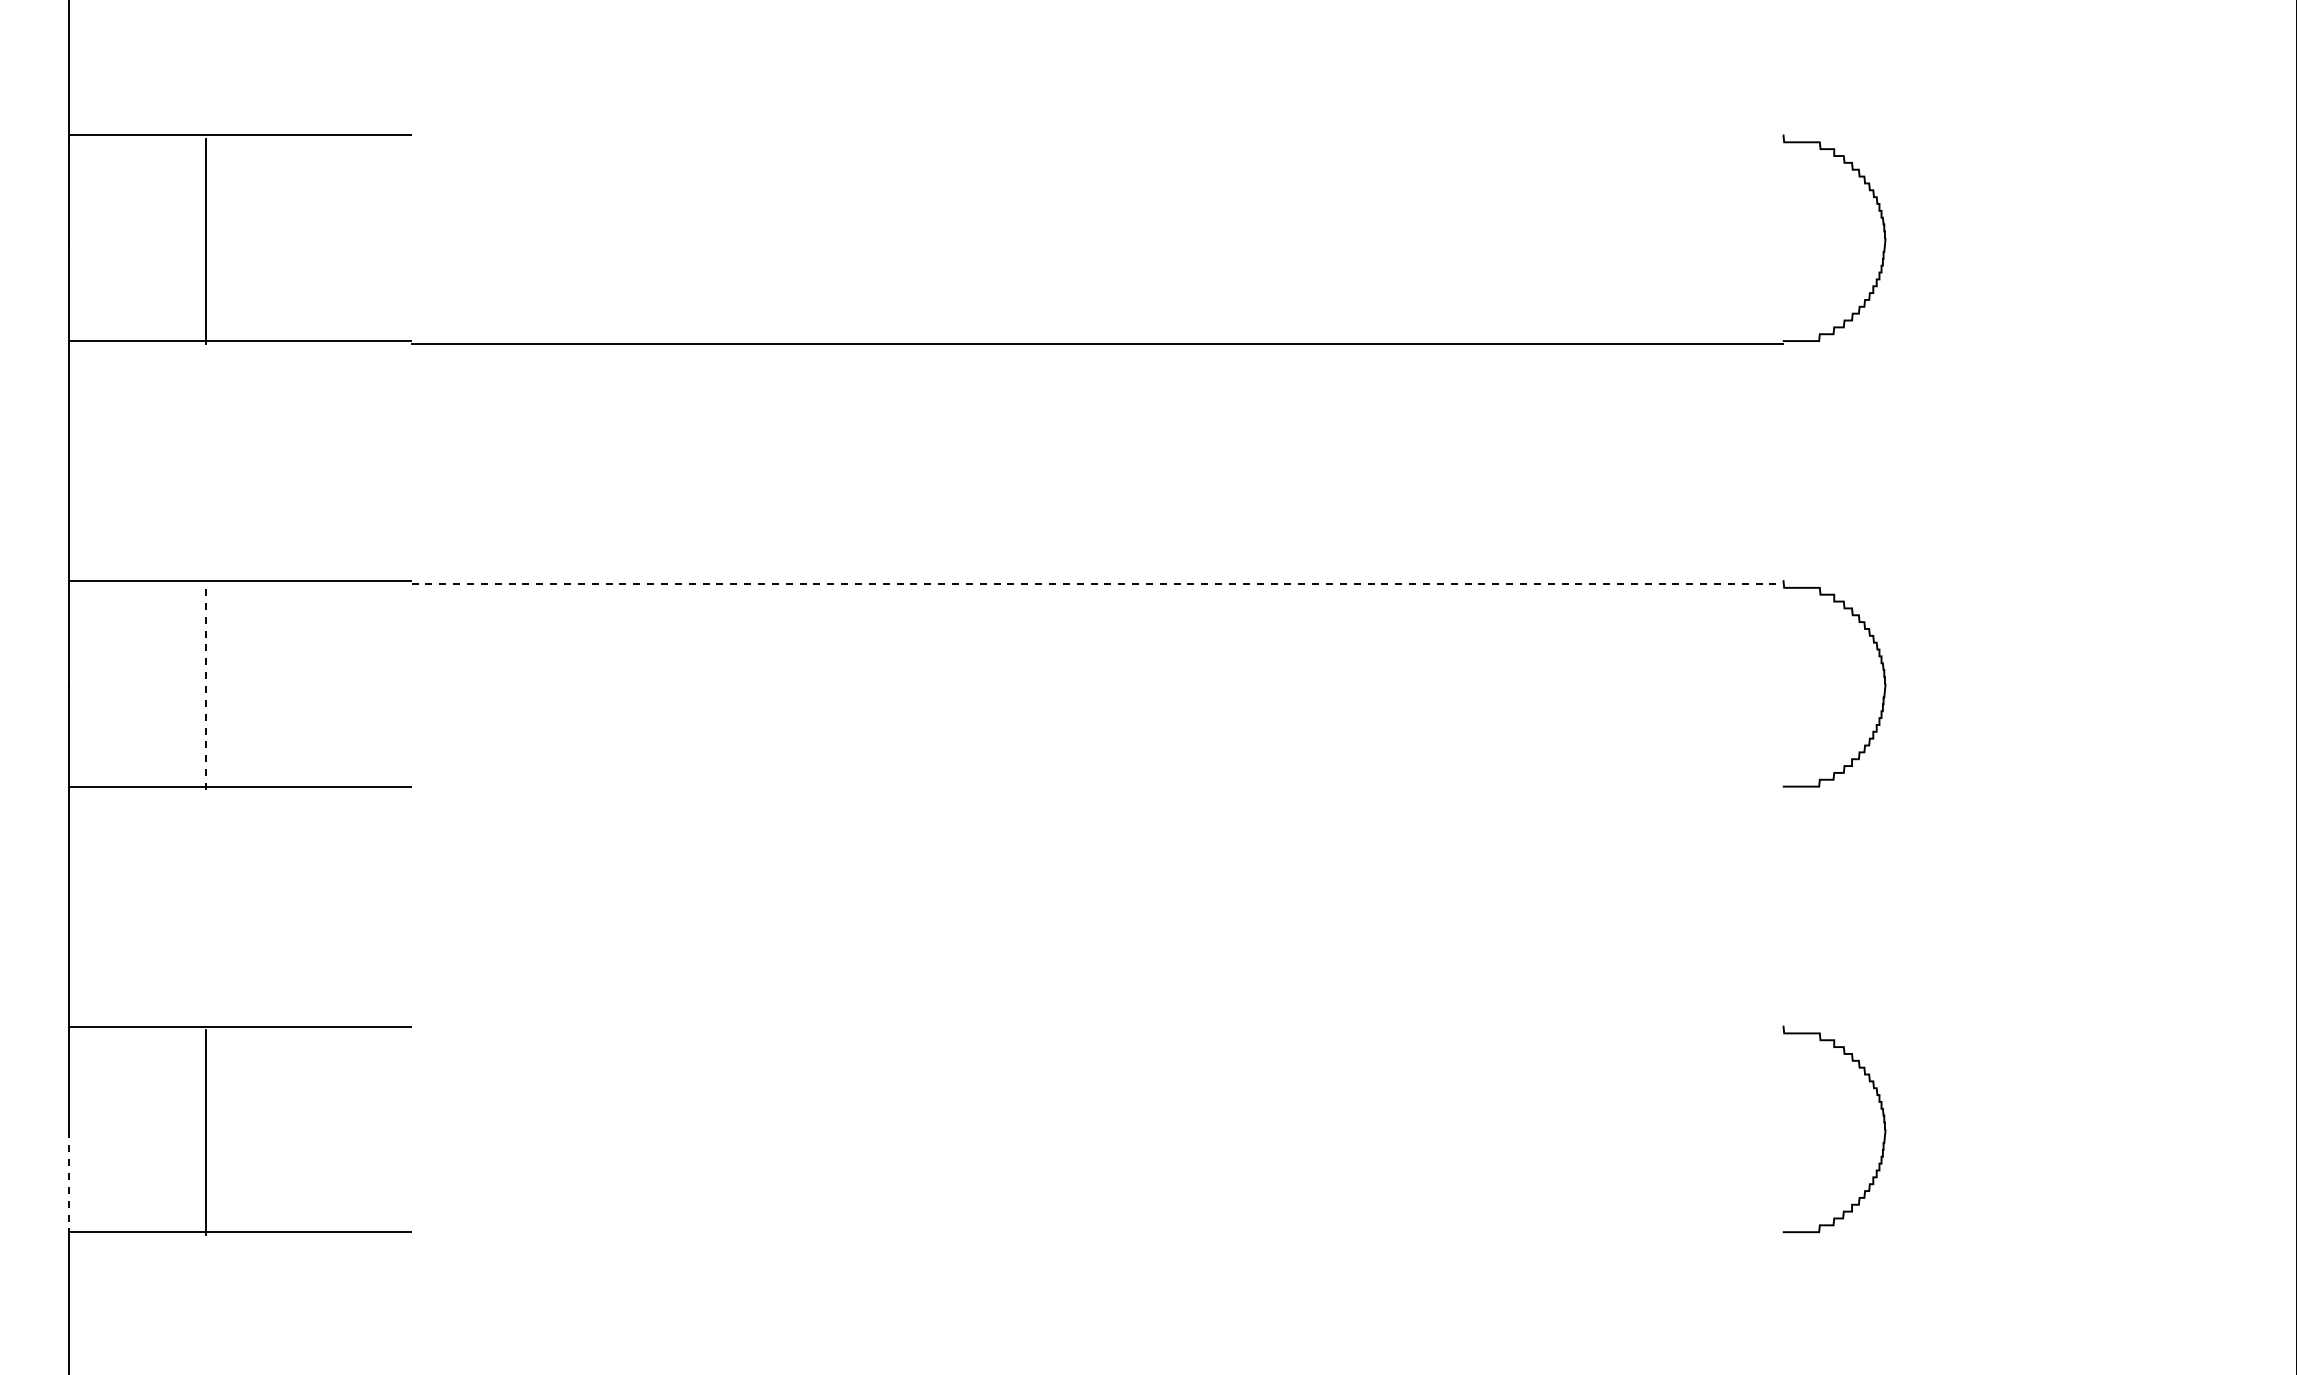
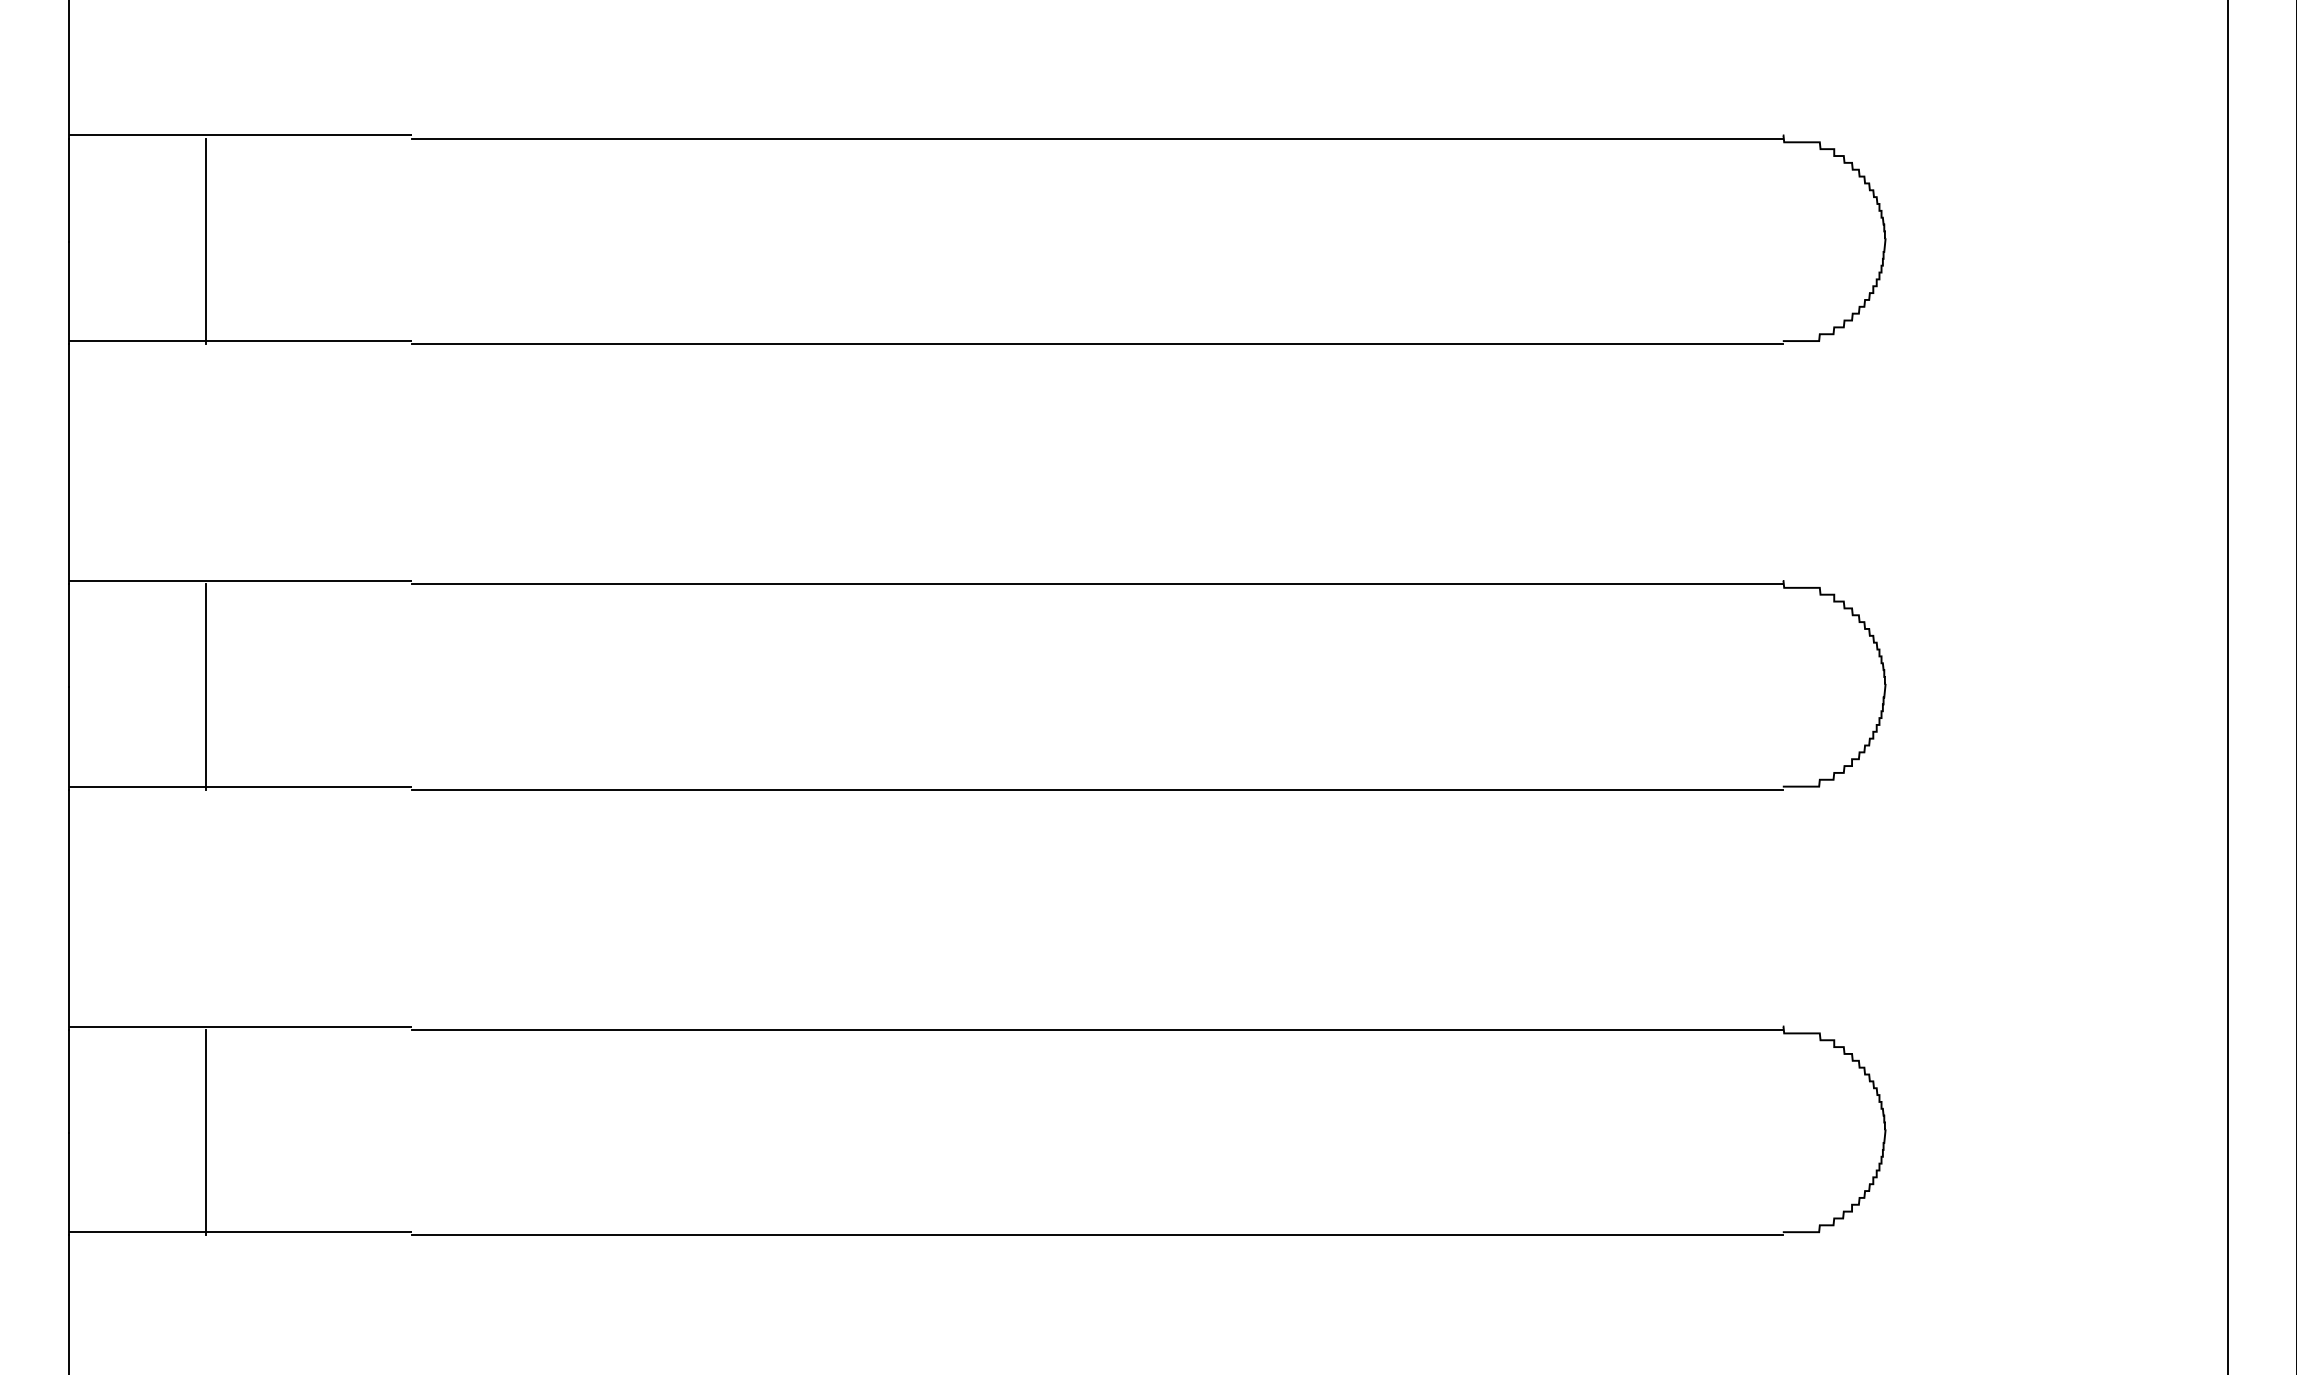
line at (1096, 138): none -> present
line at (1097, 584): dashed -> solid
line at (2228, 686): none -> present
line at (206, 687): dashed -> solid
line at (1096, 789): none -> present
line at (1096, 1029): none -> present
line at (68, 1183): dashed -> solid
line at (1096, 1235): none -> present
